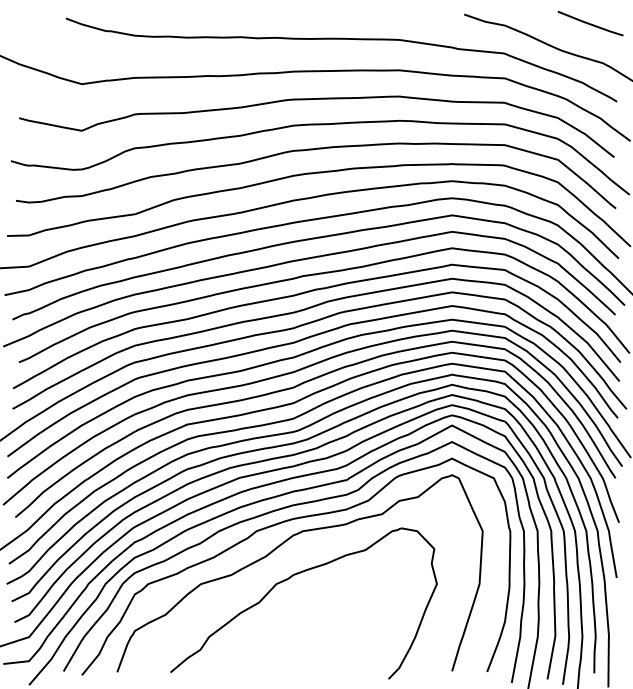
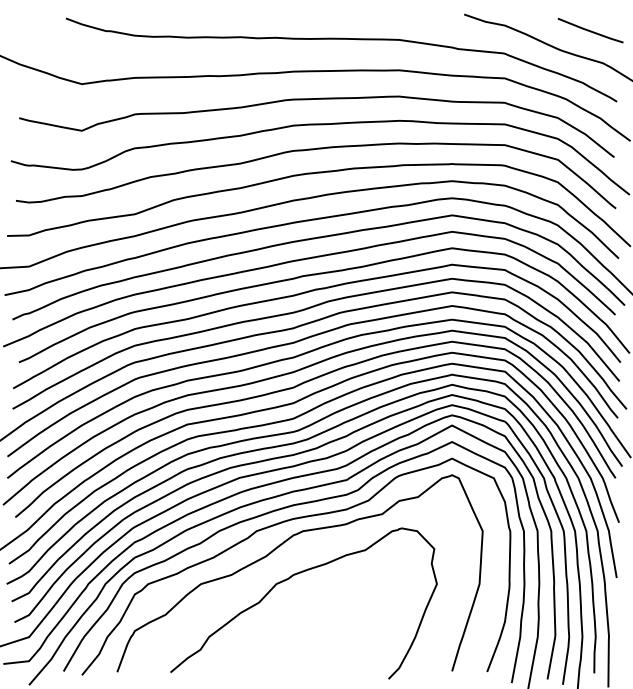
line at (590, 23) position: (590, 23) -> (590, 30)
